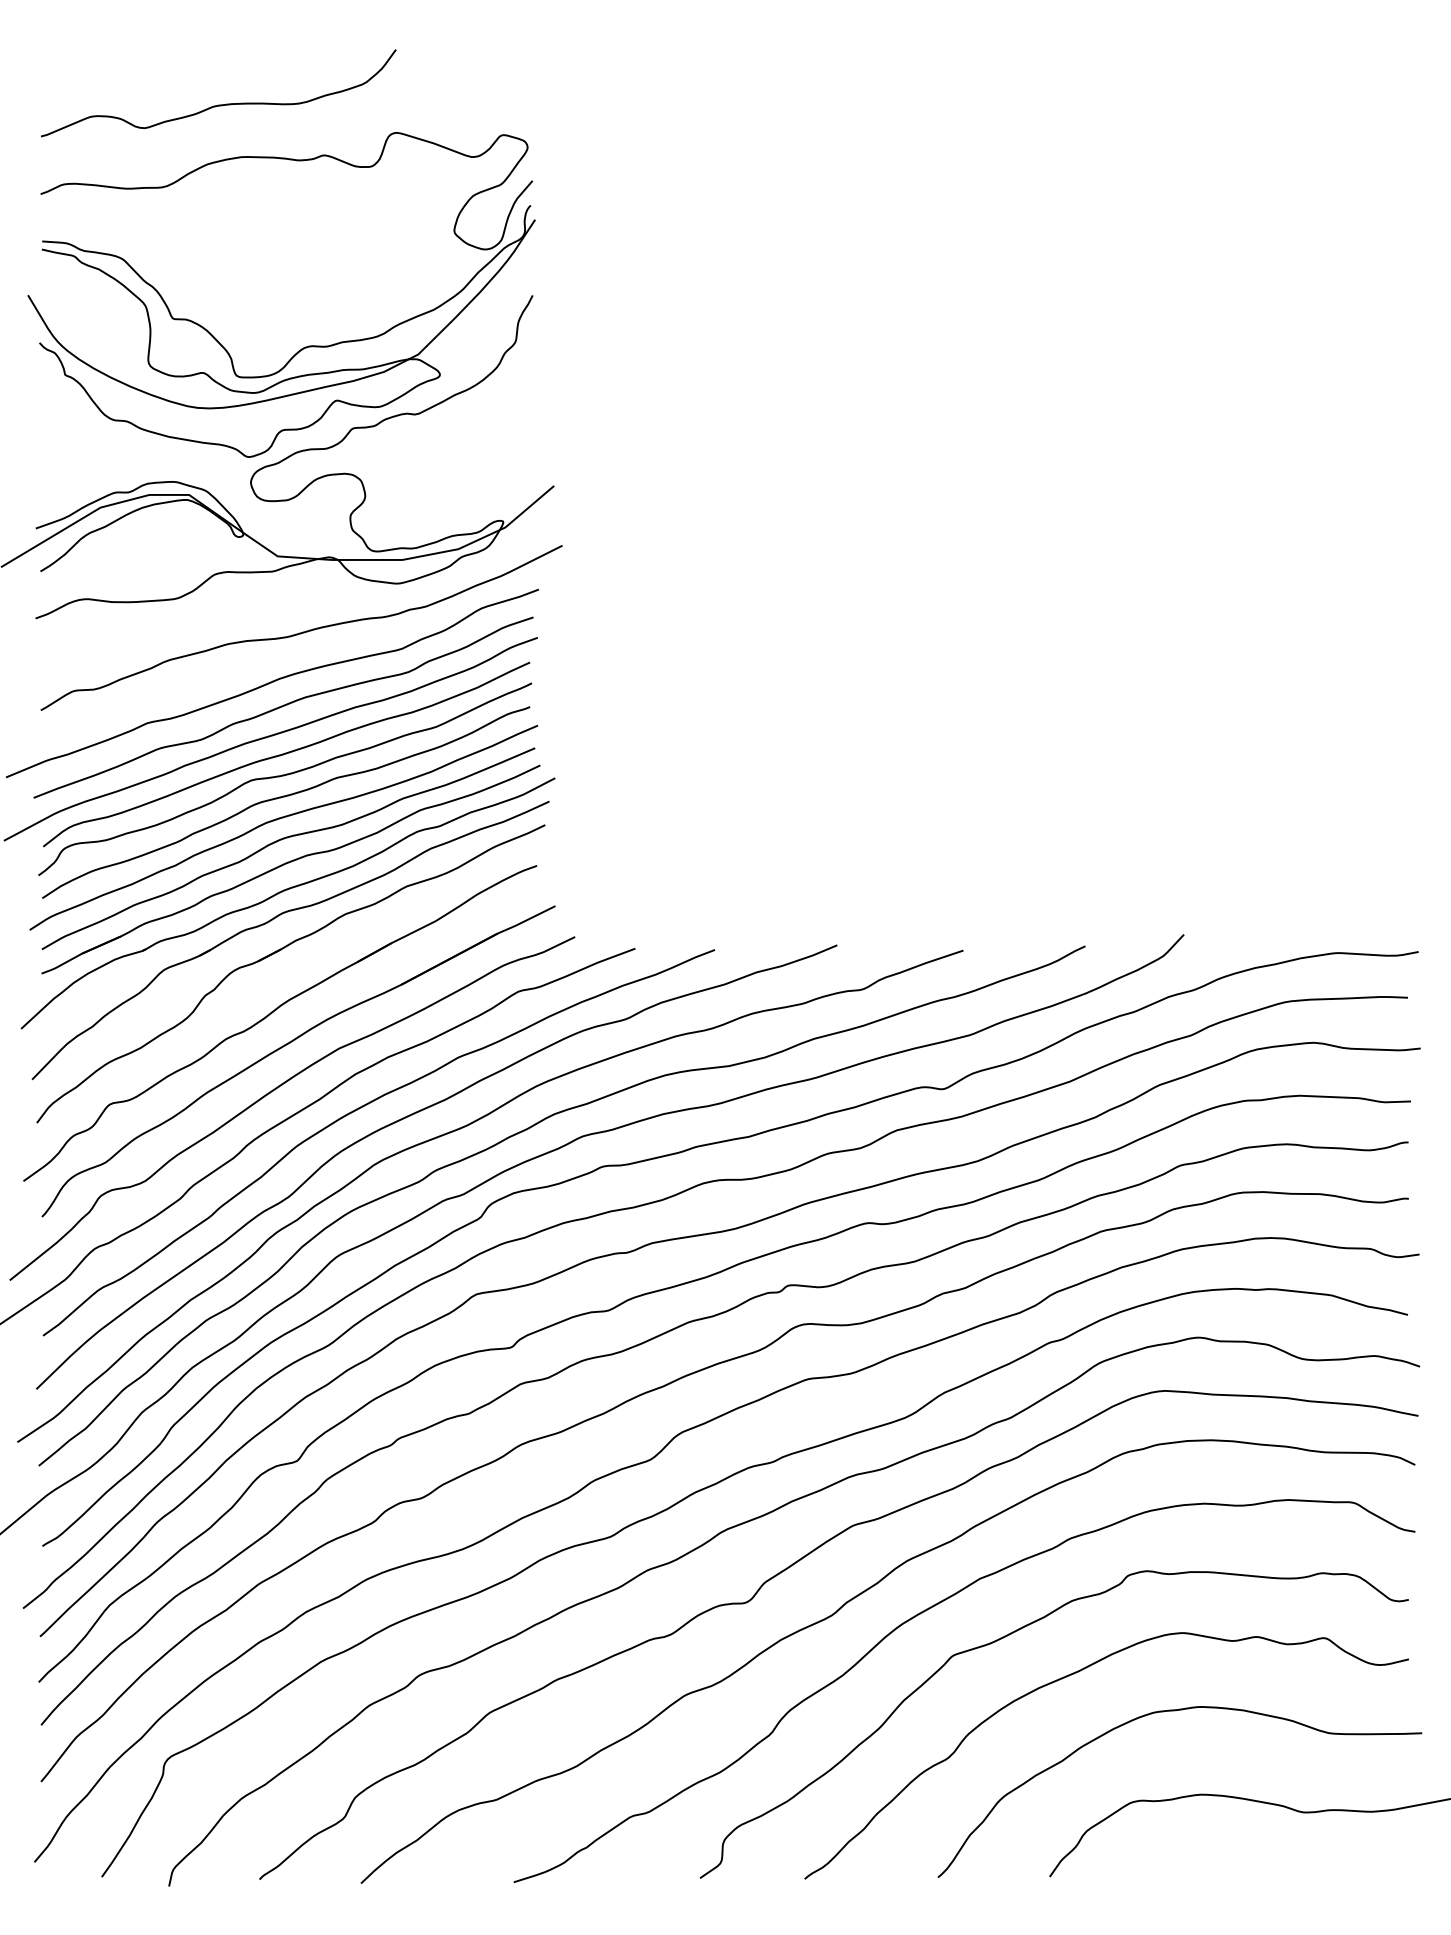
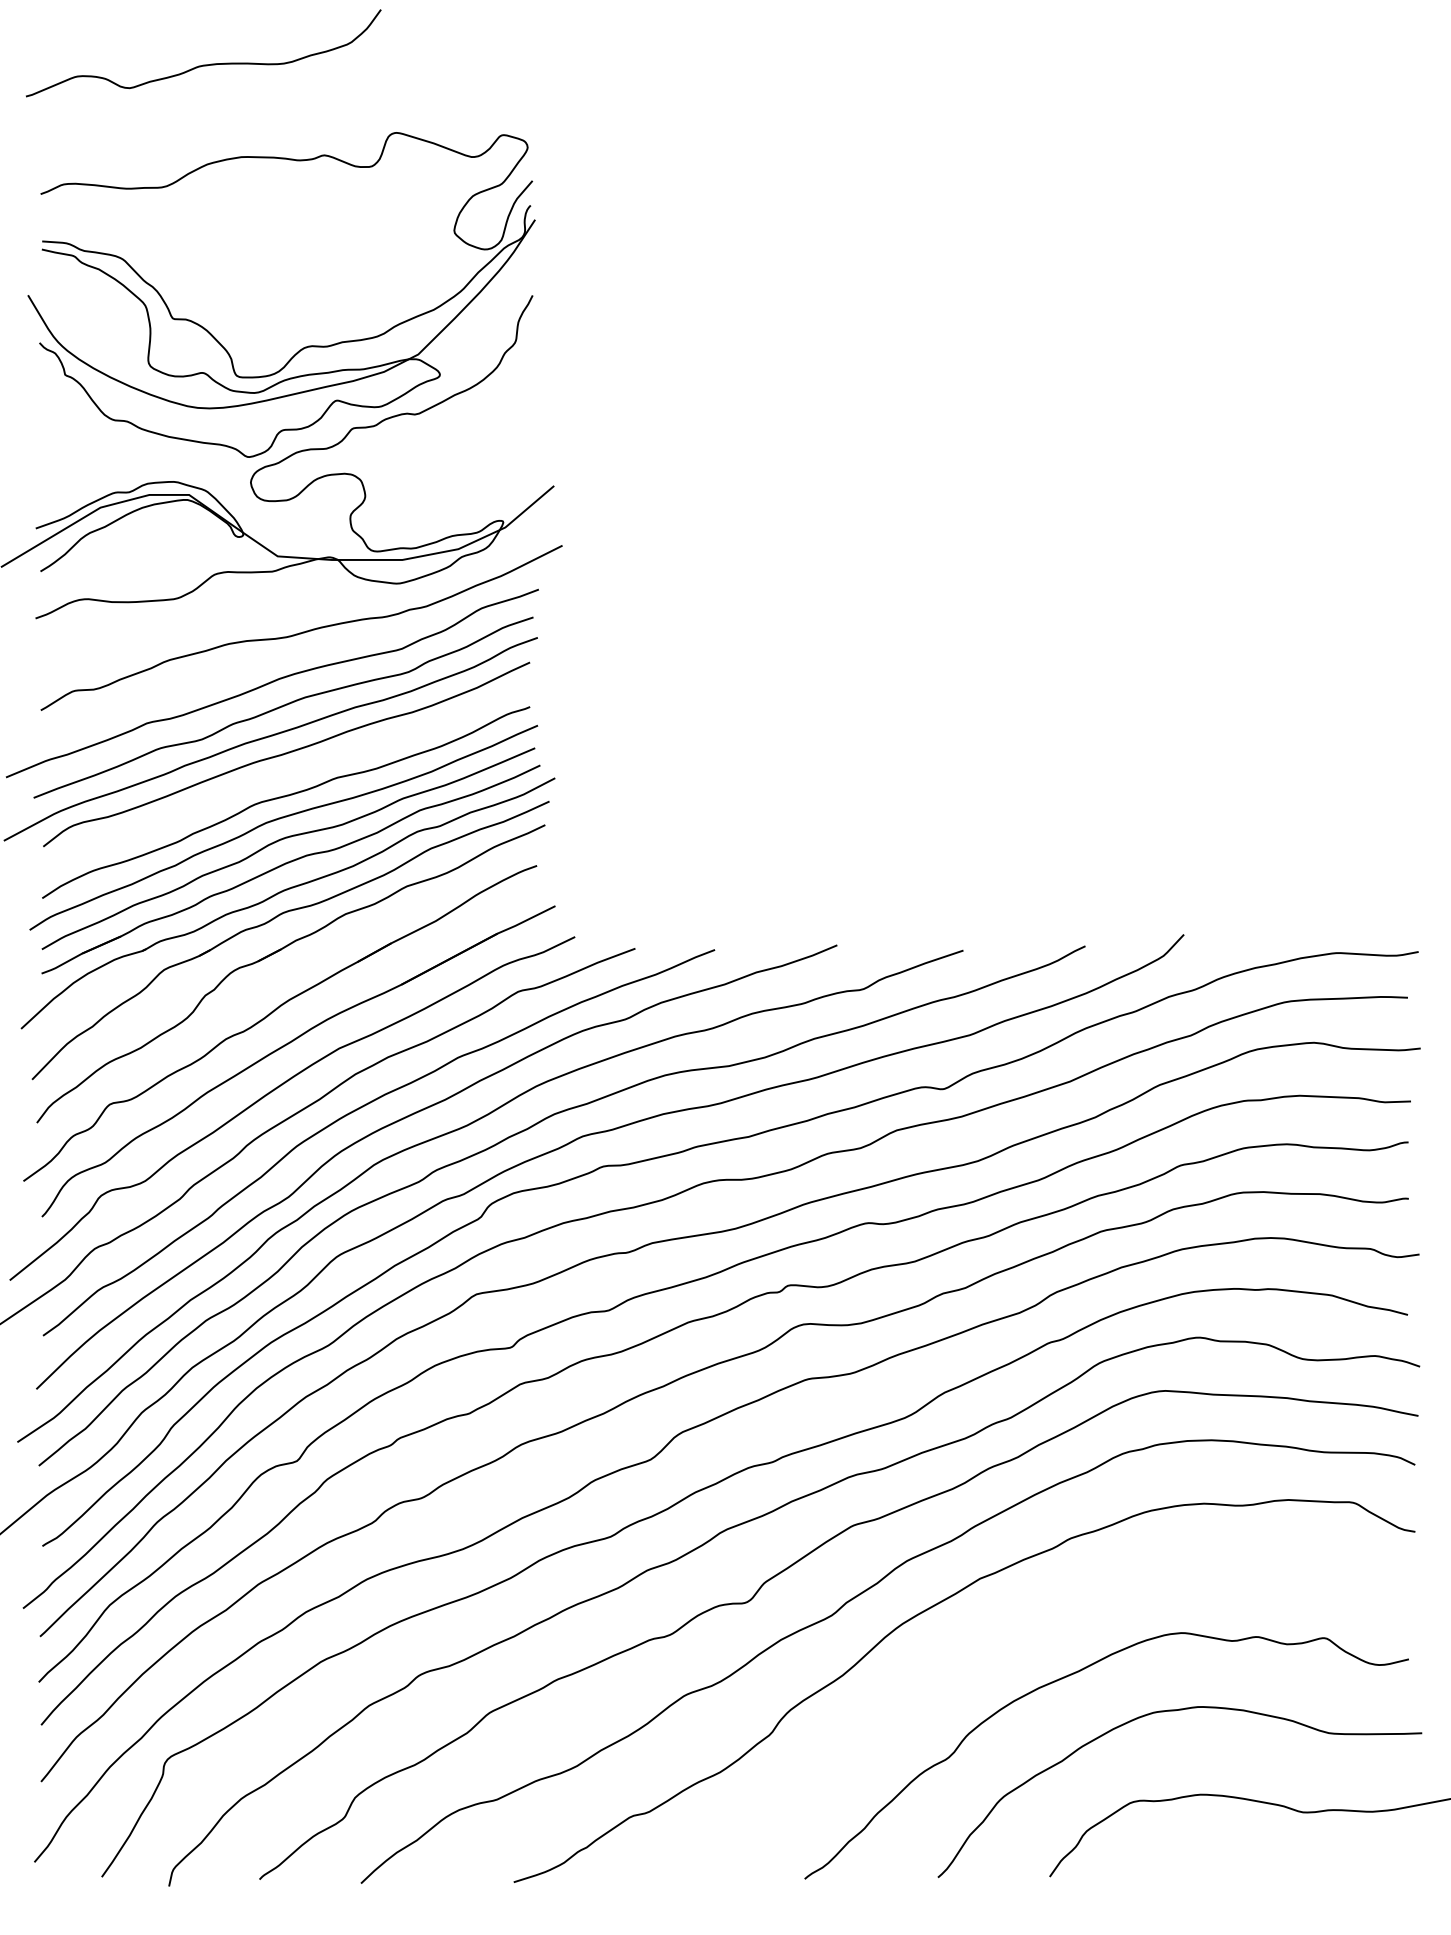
curve at (218, 104) position: (218, 104) -> (203, 64)
curve at (284, 776): present -> none
curve at (1009, 1635): present -> none
